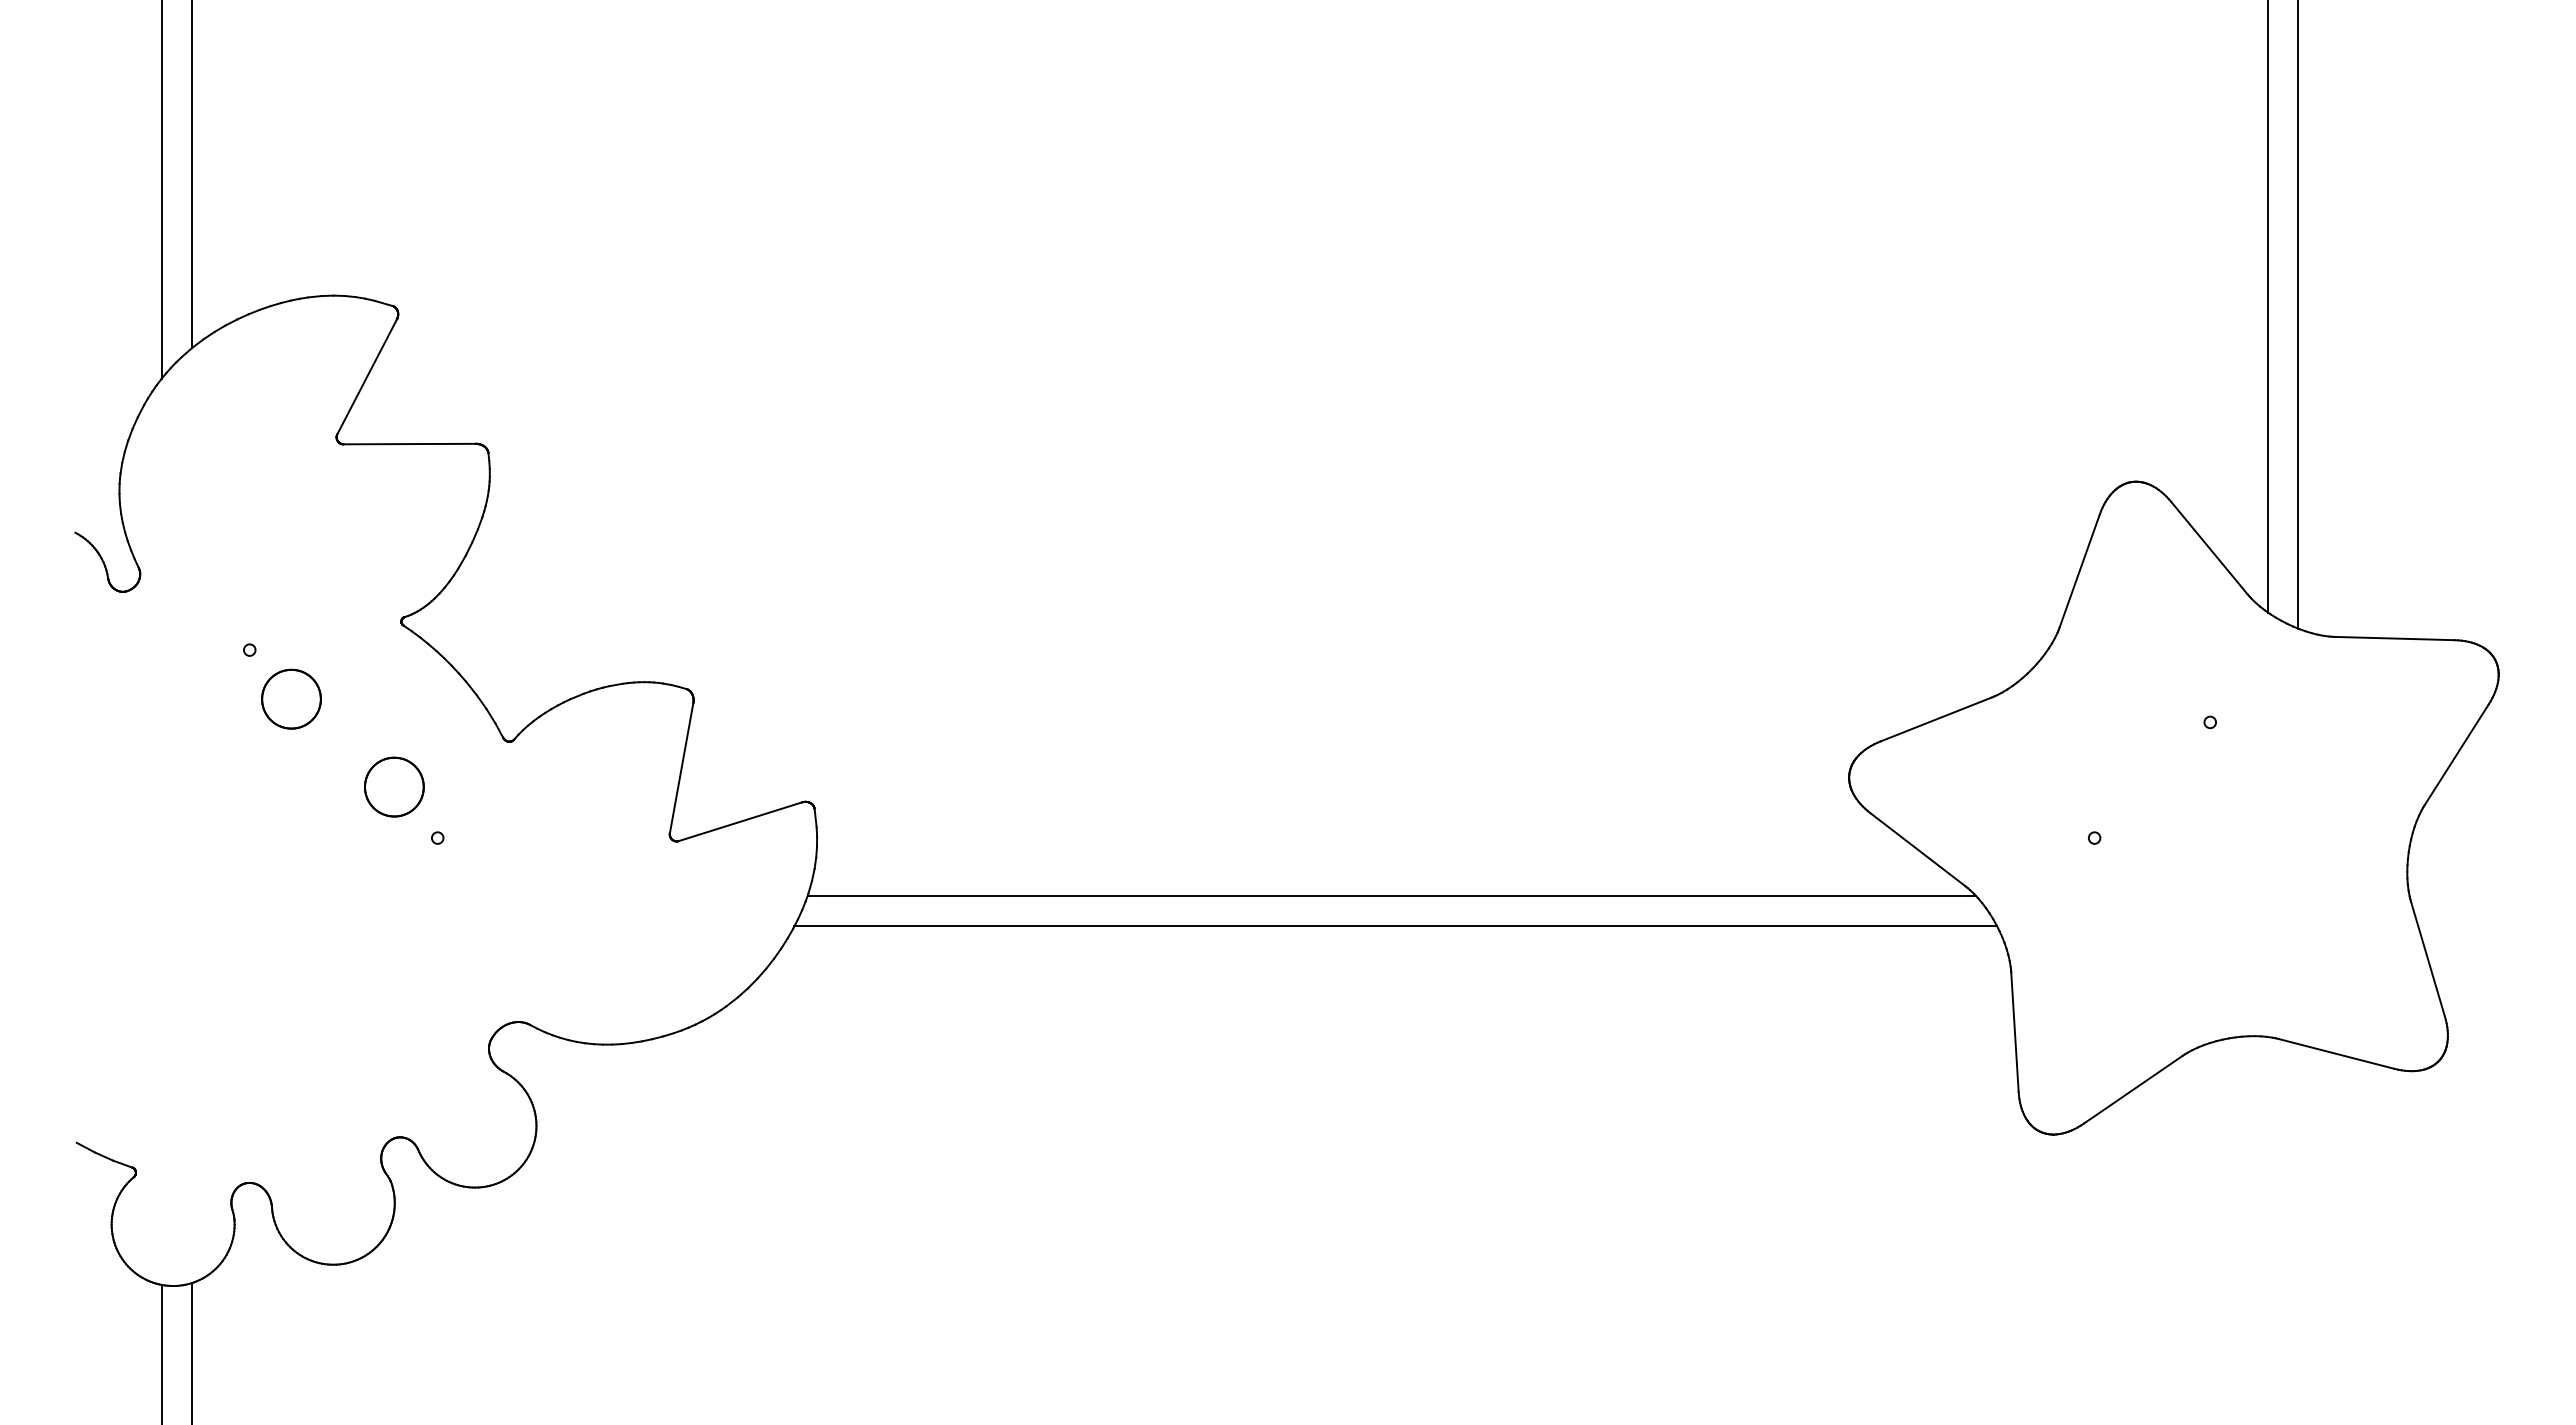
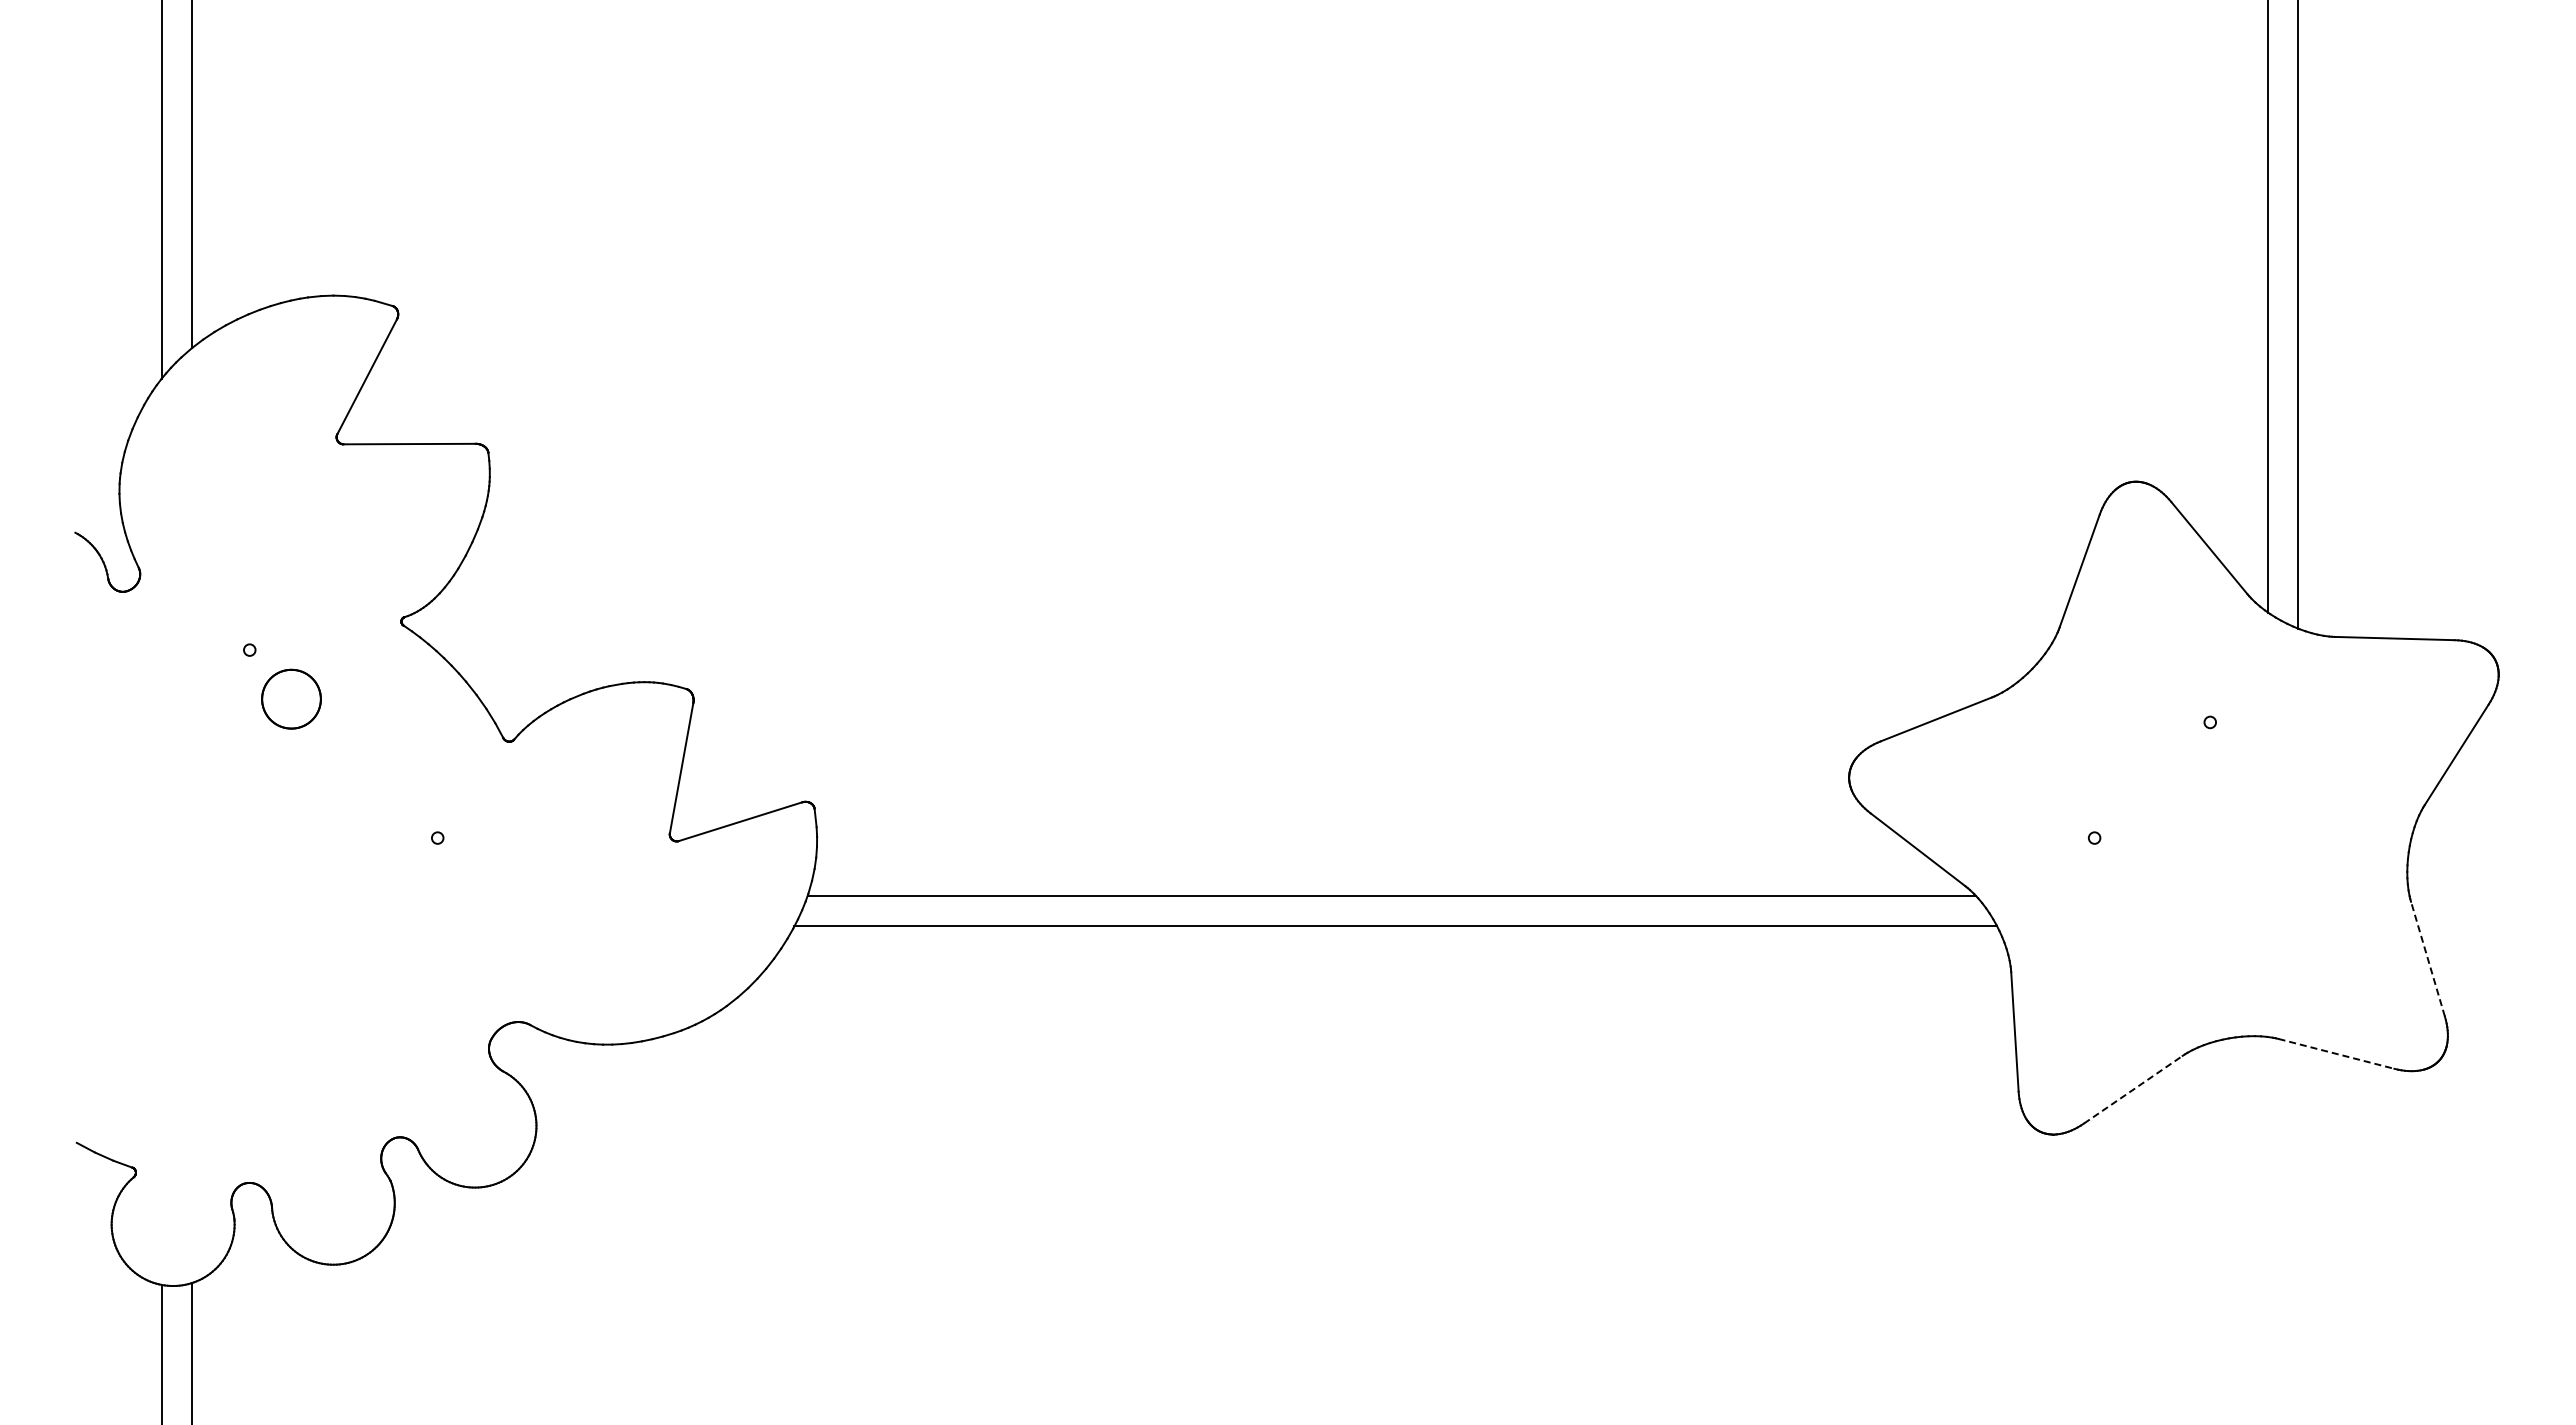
part at (394, 786): present -> none
line at (2427, 959): solid -> dashed
line at (2336, 1053): solid -> dashed
line at (2133, 1089): solid -> dashed
